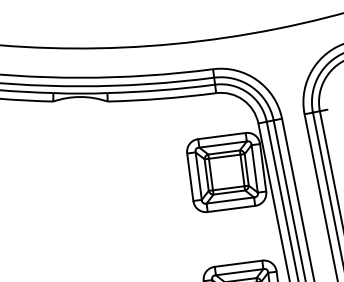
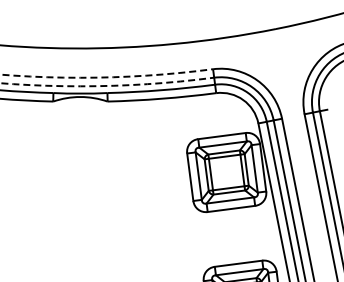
arc at (106, 77): solid -> dashed
arc at (108, 85): solid -> dashed
